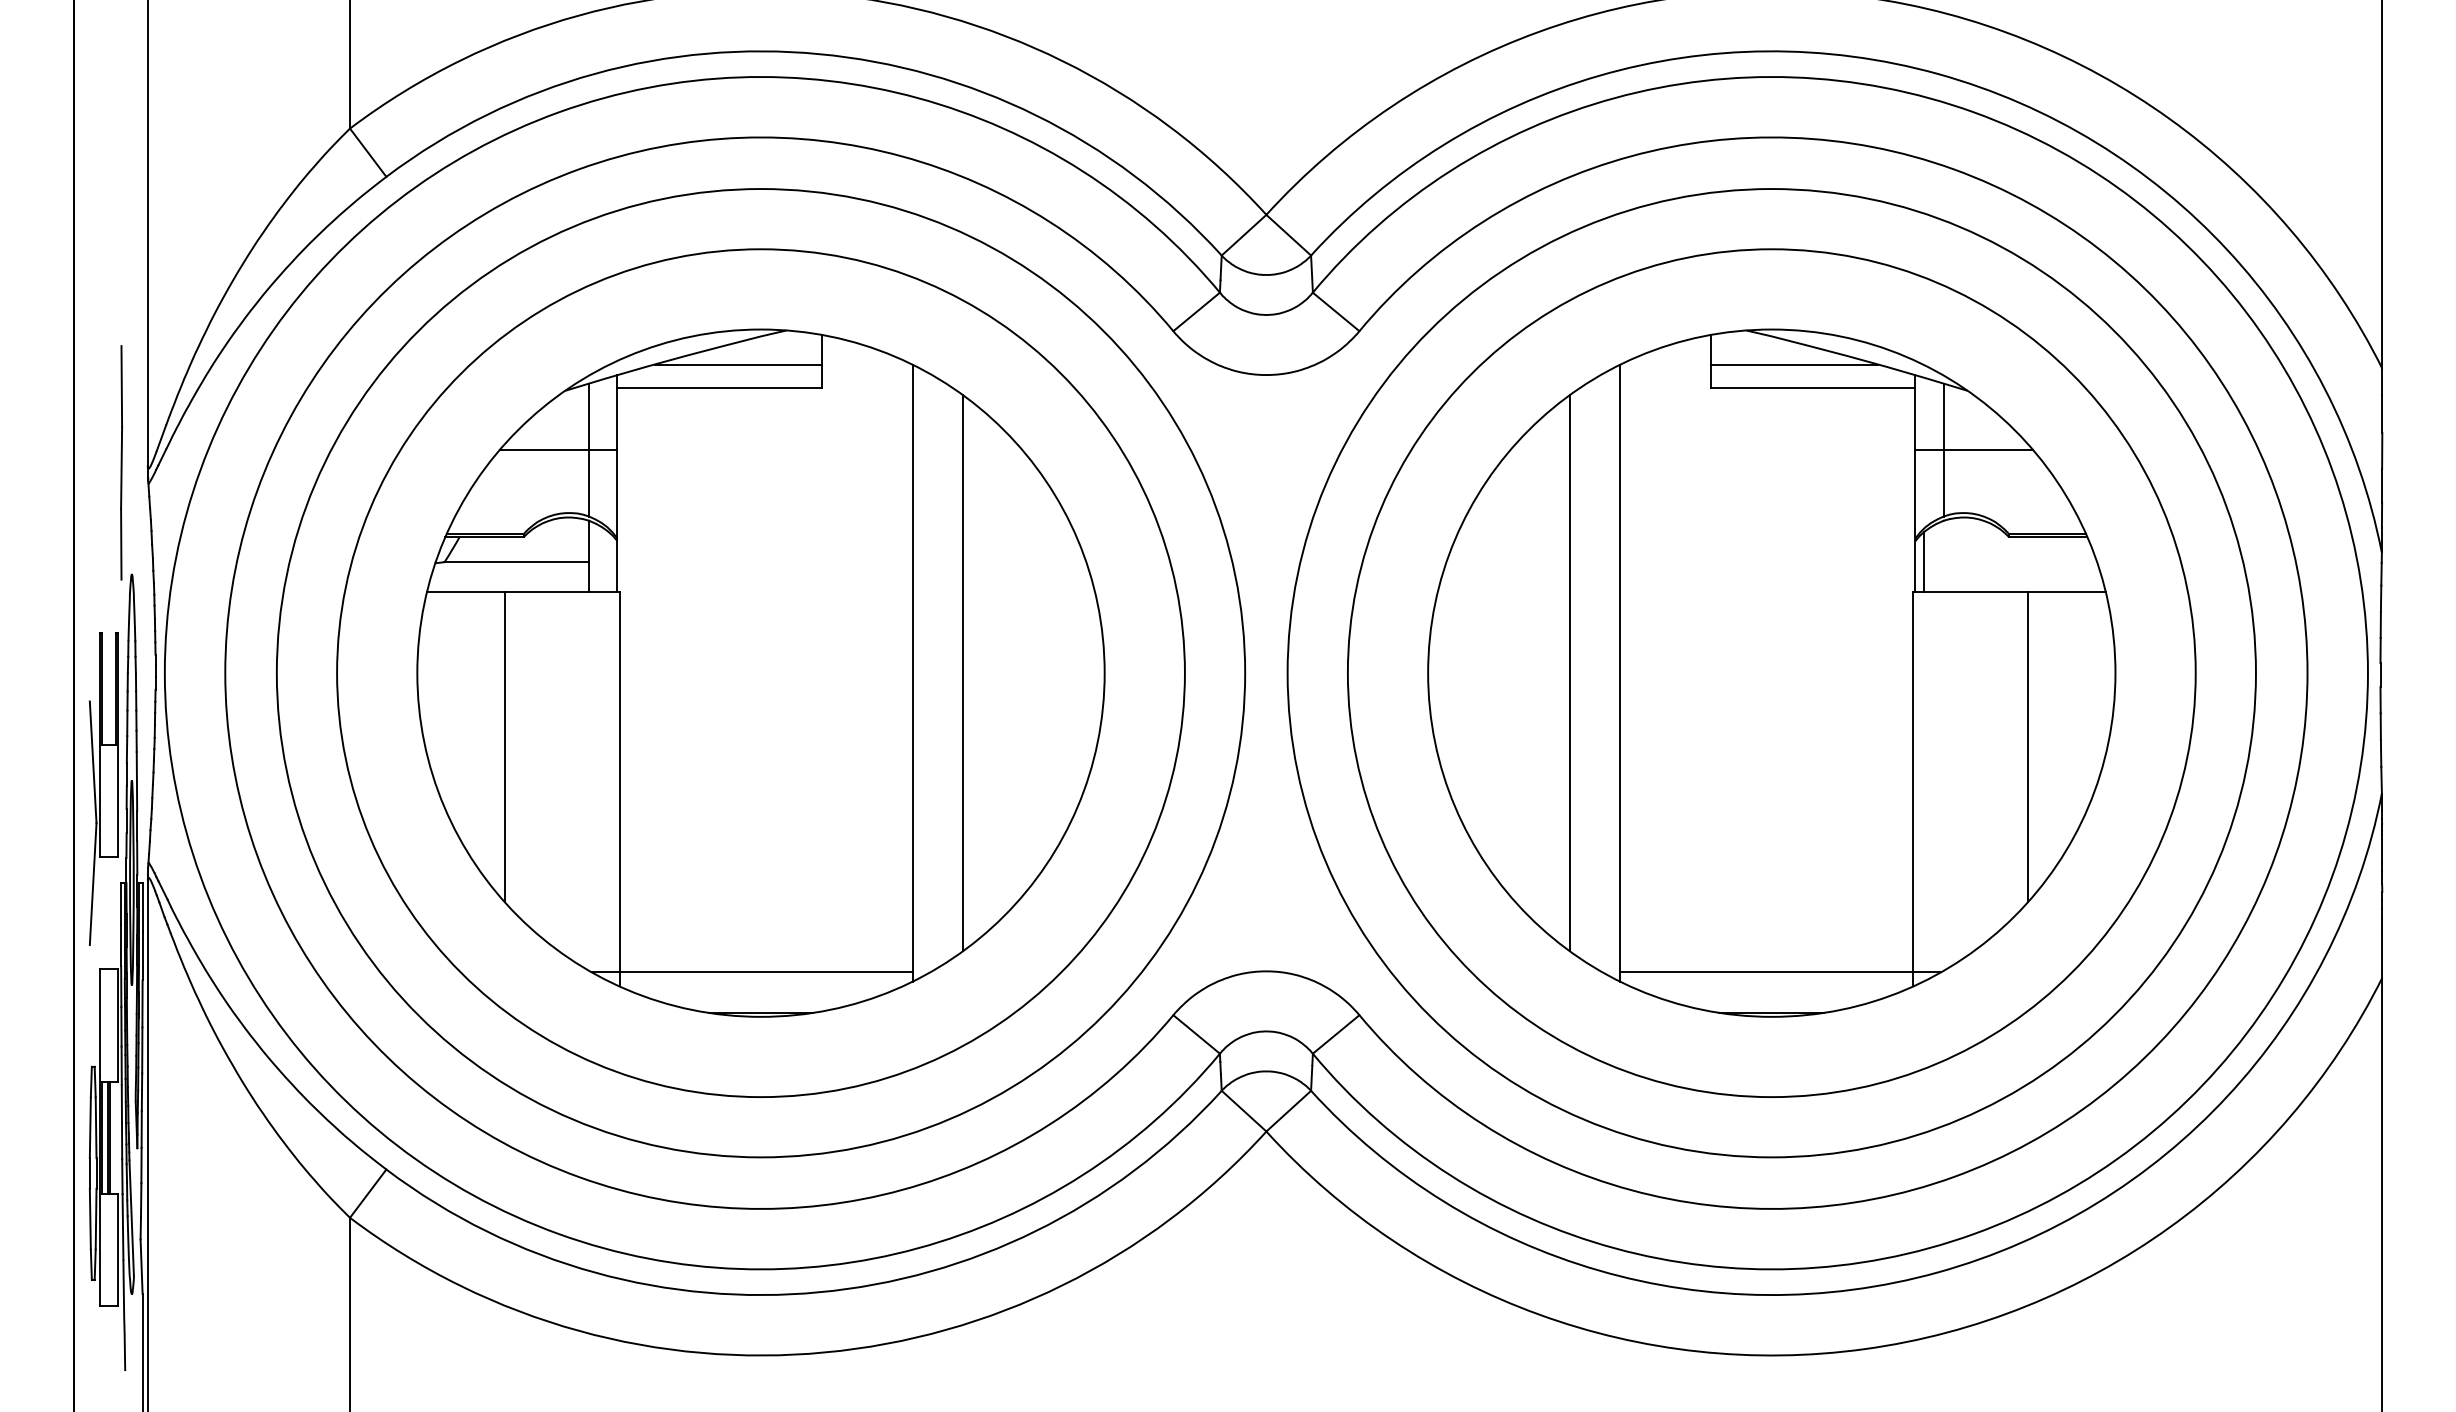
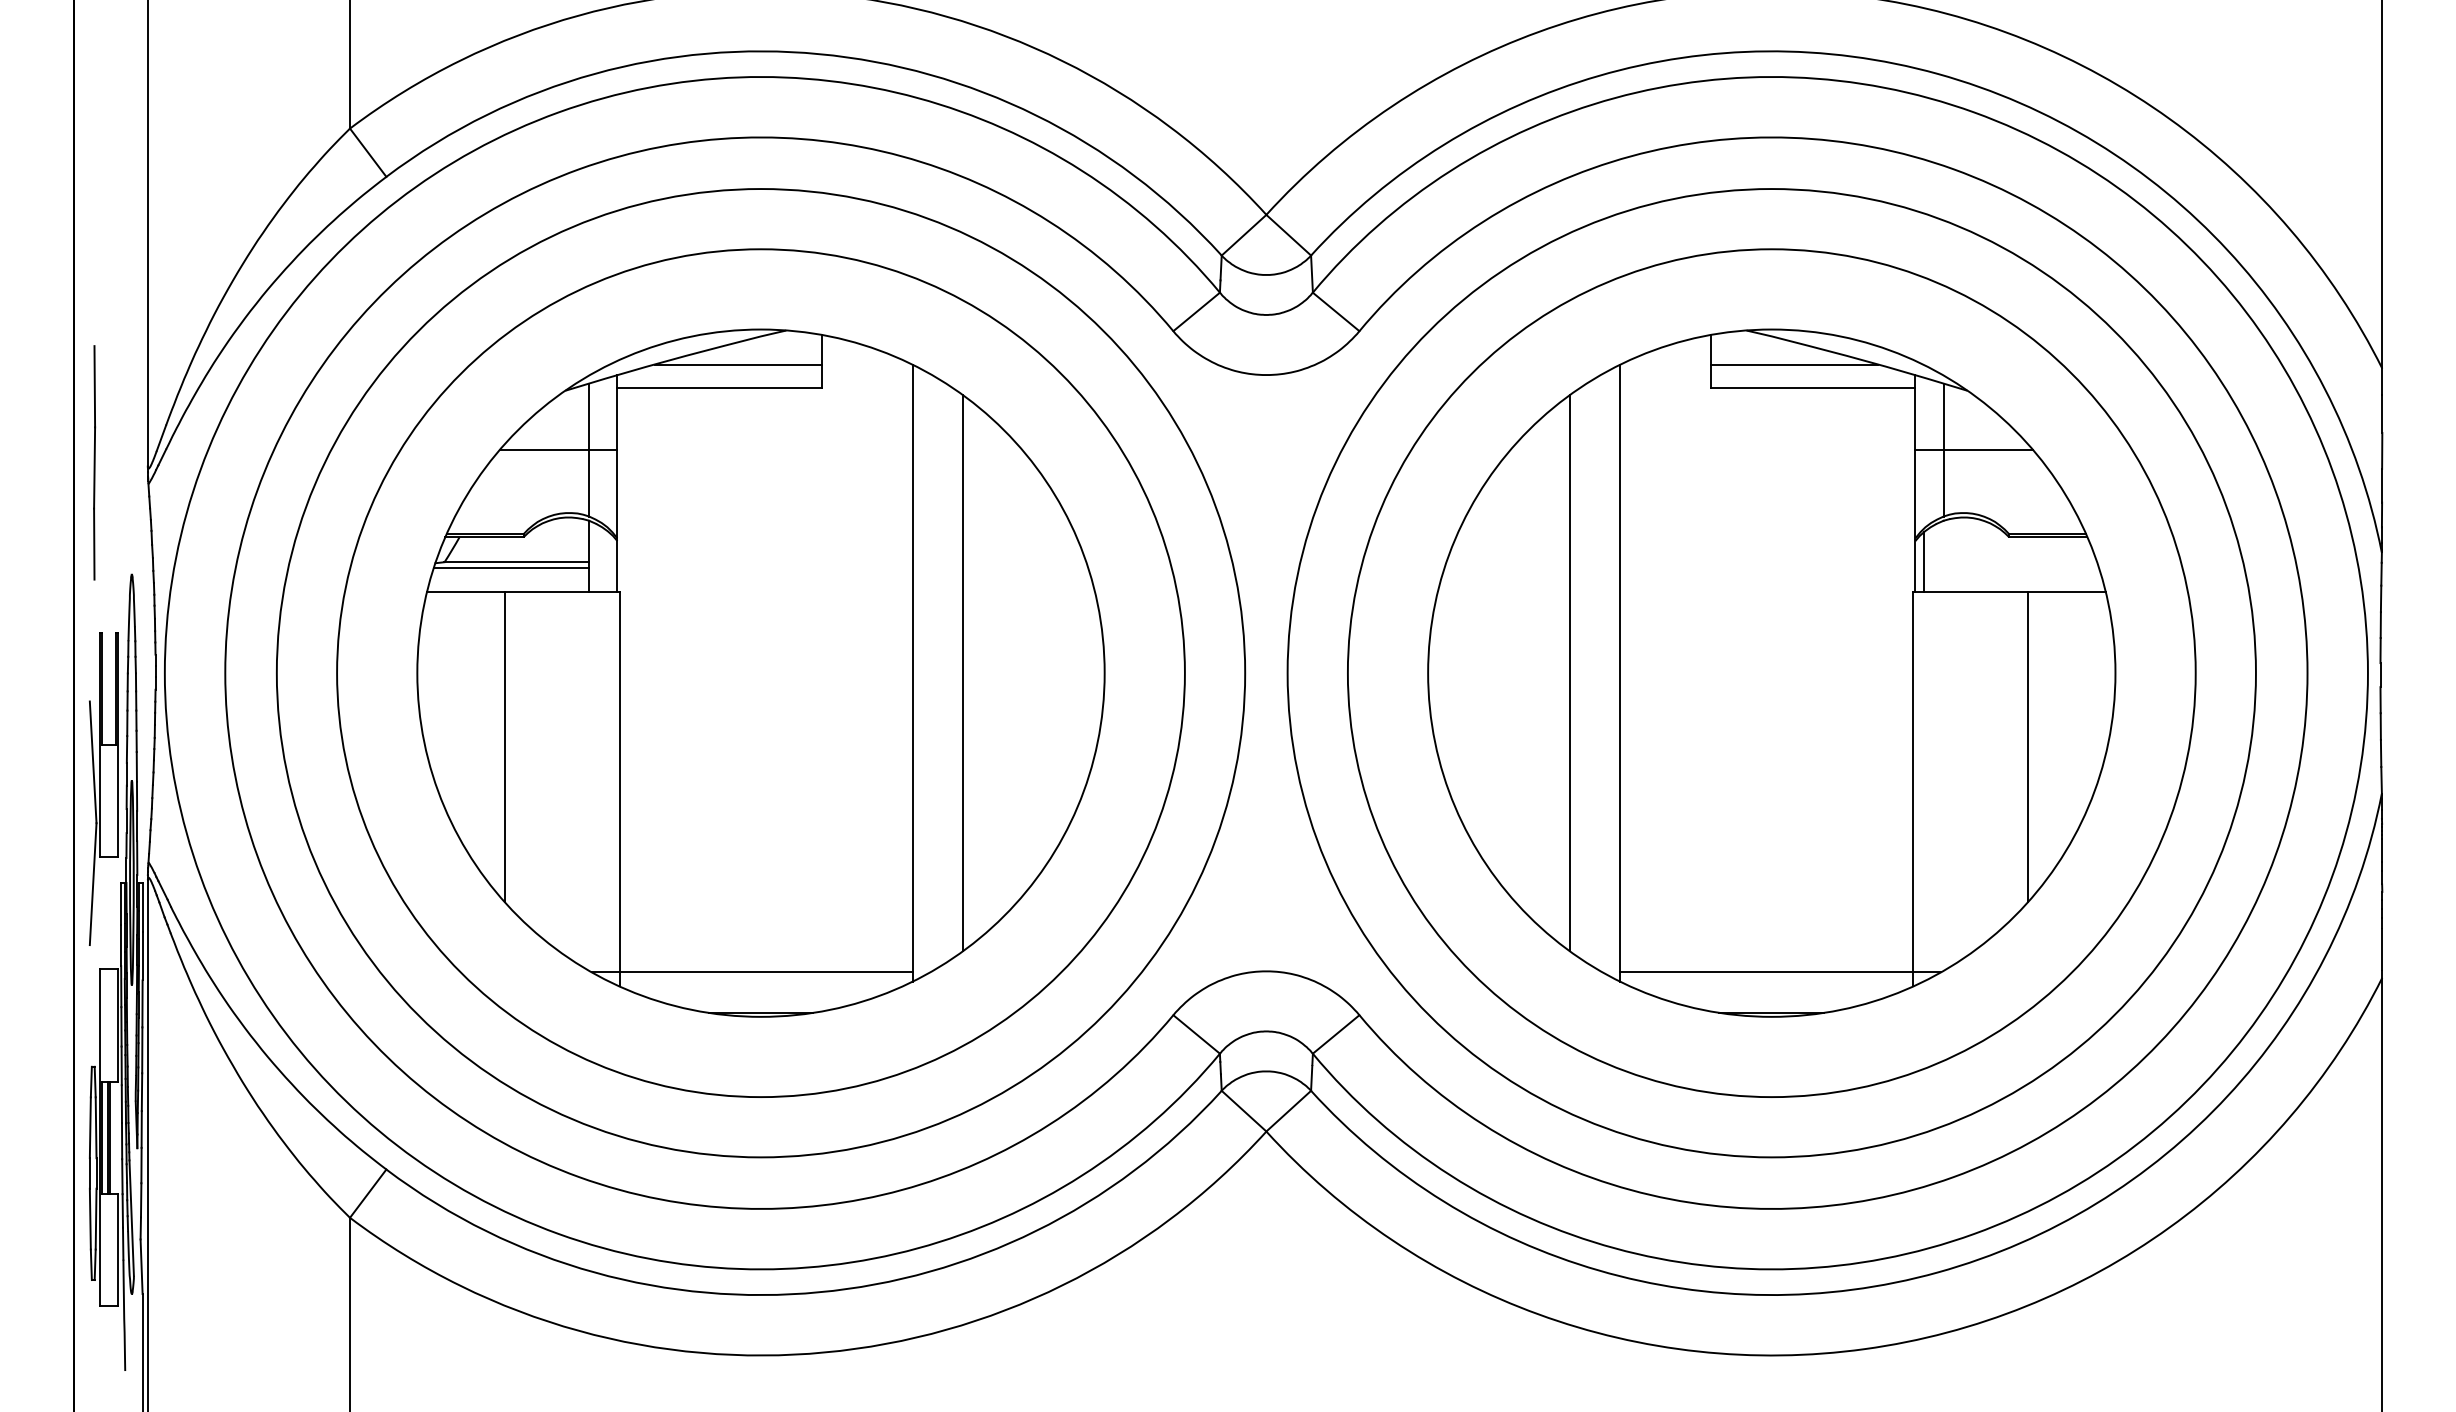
line at (121, 462) position: (121, 462) -> (94, 462)
line at (511, 568): none -> present
